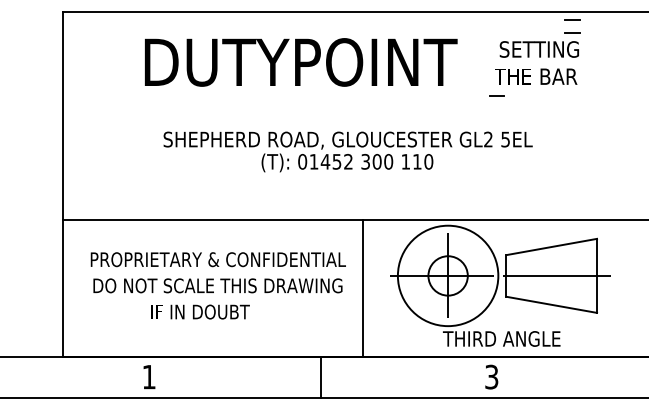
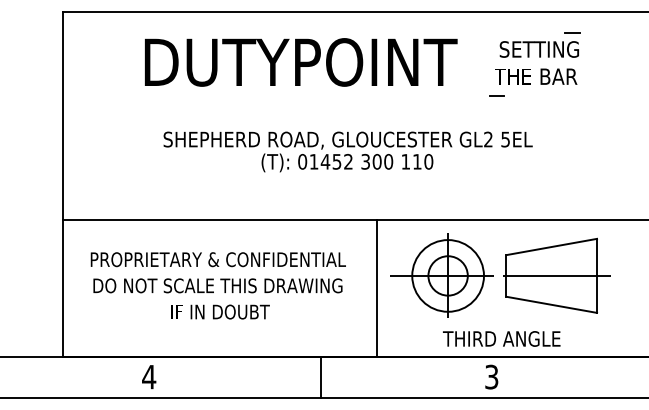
line at (572, 19): present -> none
circle at (447, 275) diameter: 100 px -> 72 px
line at (362, 288) position: (362, 288) -> (376, 288)
text at (200, 311) position: (200, 311) -> (220, 311)
text at (149, 377): 1 -> 4
